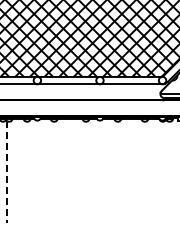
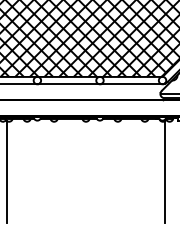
line at (7, 171): dashed -> solid
line at (164, 171): none -> present
